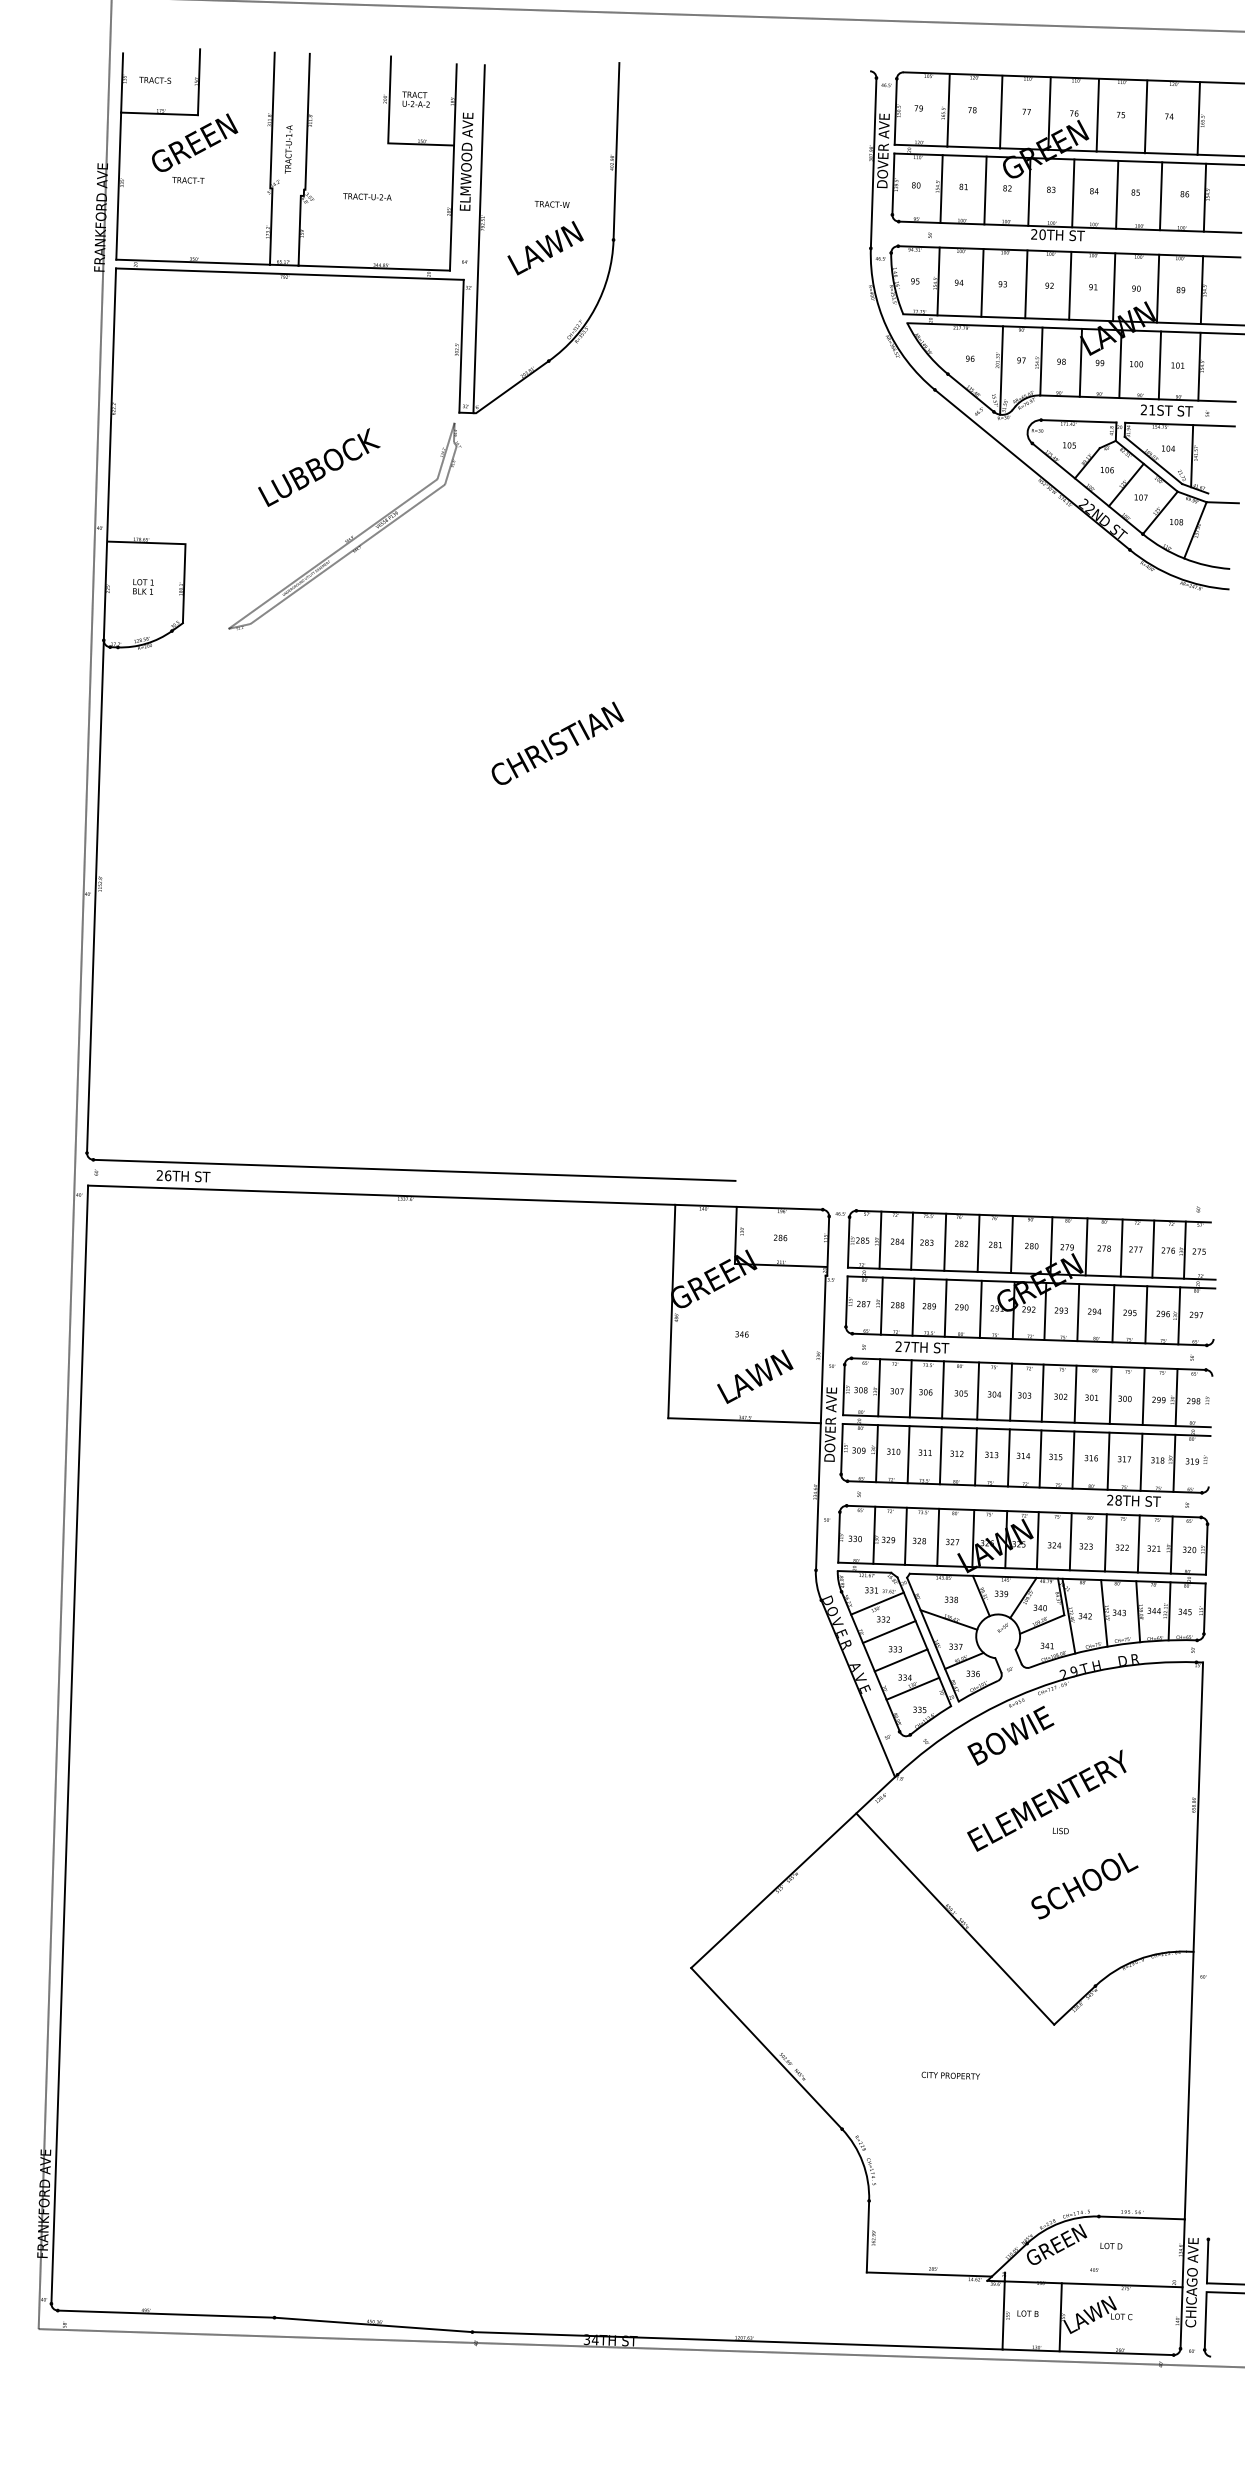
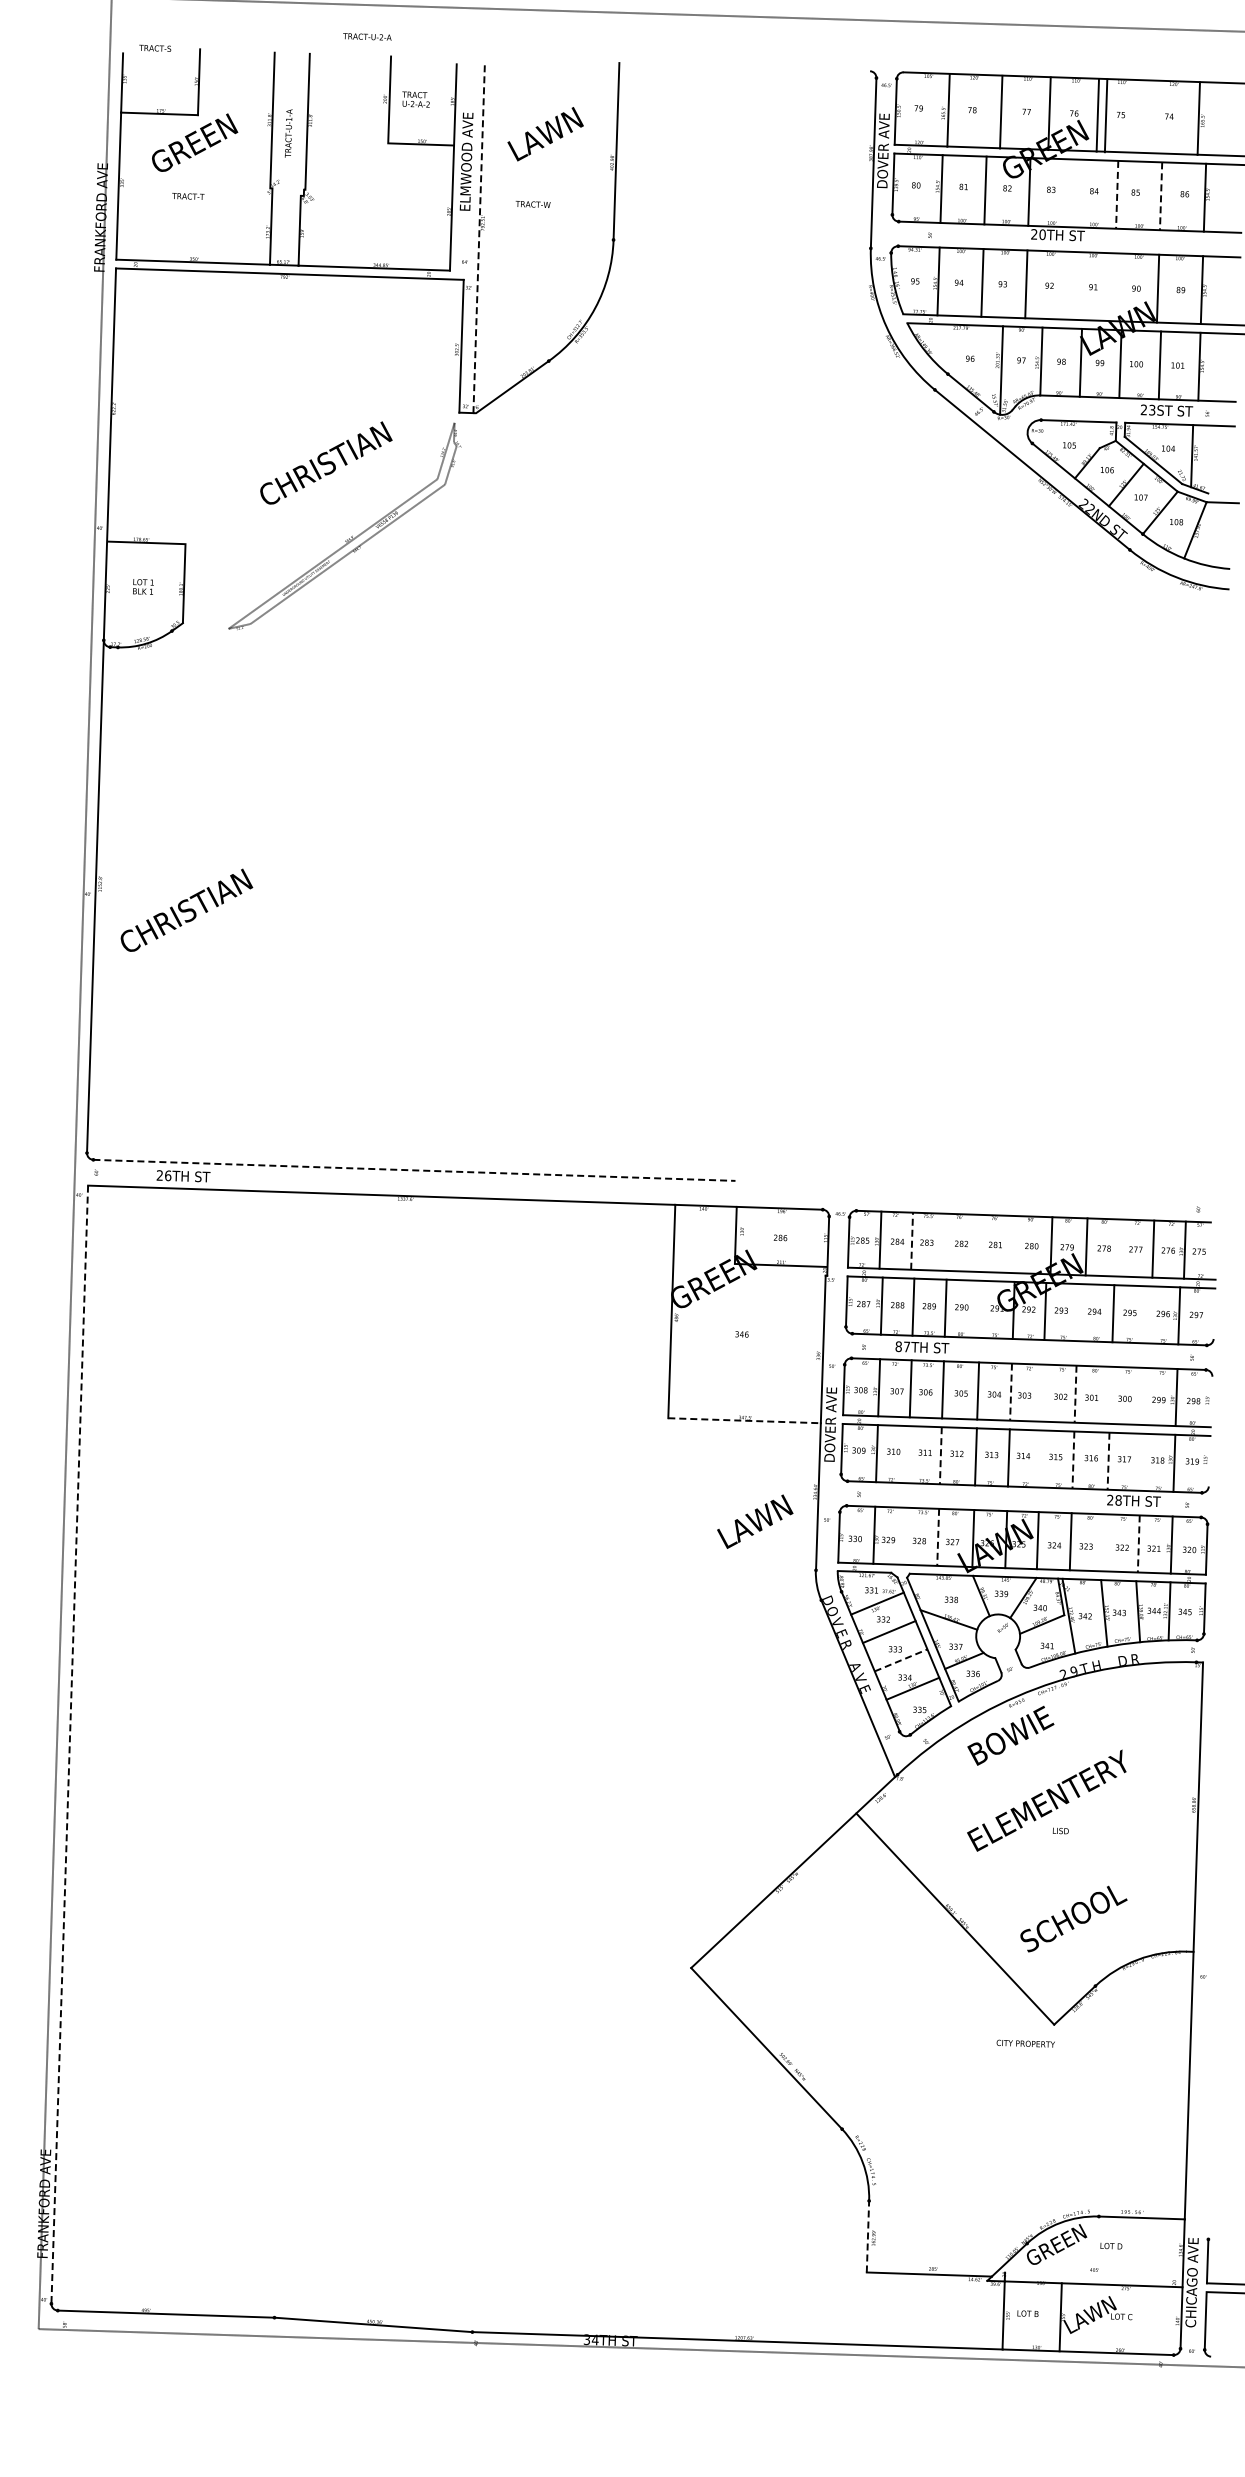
text at (155, 79) position: (155, 79) -> (155, 47)
line at (1145, 116) position: (1145, 116) -> (1105, 115)
text at (288, 149) position: (288, 149) -> (288, 133)
text at (188, 180) position: (188, 180) -> (188, 196)
line at (1073, 193): present -> none
line at (1117, 194): solid -> dashed
text at (367, 196) position: (367, 196) -> (367, 36)
line at (1161, 196): solid -> dashed
text at (551, 203) position: (551, 203) -> (532, 203)
line at (479, 238): solid -> dashed
text at (545, 248) position: (545, 248) -> (545, 134)
line at (1070, 285): present -> none
line at (1114, 287): present -> none
text at (1152, 409): 21ST -> 23ST
text at (325, 463): LUBBOCK -> CHRISTIAN
text at (557, 742) position: (557, 742) -> (186, 909)
line at (414, 1170): solid -> dashed
line at (912, 1241): solid -> dashed
line at (945, 1241): present -> none
line at (978, 1242): present -> none
line at (1011, 1244): present -> none
line at (1121, 1247): present -> none
line at (980, 1308): present -> none
line at (1078, 1312): present -> none
line at (1146, 1314): present -> none
text at (898, 1346): 27TH -> 87TH
text at (755, 1376) position: (755, 1376) -> (755, 1521)
line at (1011, 1392): solid -> dashed
line at (1042, 1392): present -> none
line at (1075, 1394): solid -> dashed
line at (1110, 1394): present -> none
line at (1143, 1395): present -> none
line at (745, 1420): solid -> dashed
line at (908, 1454): present -> none
line at (940, 1455): solid -> dashed
line at (1040, 1458): present -> none
line at (1073, 1460): solid -> dashed
line at (1108, 1461): solid -> dashed
line at (1141, 1461): present -> none
line at (905, 1535): present -> none
line at (938, 1537): solid -> dashed
line at (1105, 1542): present -> none
line at (1138, 1543): solid -> dashed
line at (901, 1660): solid -> dashed
line at (69, 1745): solid -> dashed
text at (1084, 1885) position: (1084, 1885) -> (1073, 1918)
text at (950, 2075) position: (950, 2075) -> (1025, 2043)
line at (867, 2236): solid -> dashed
